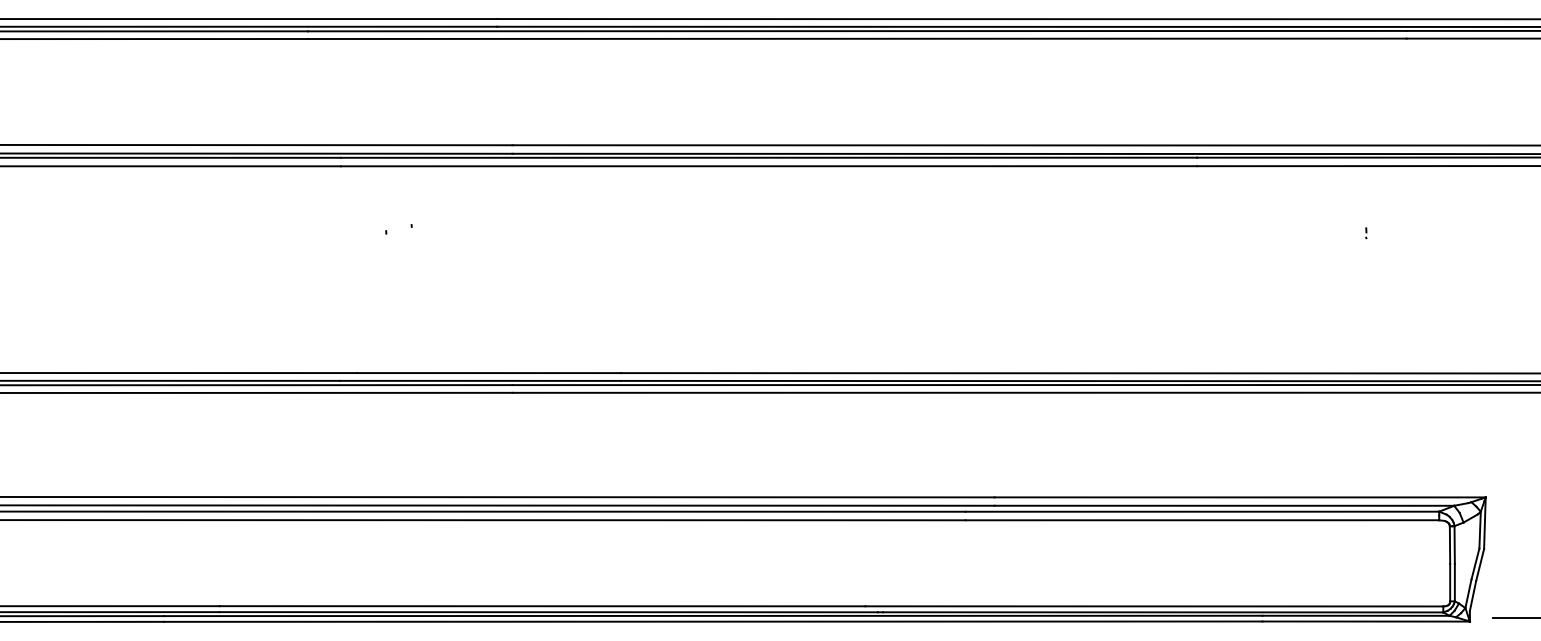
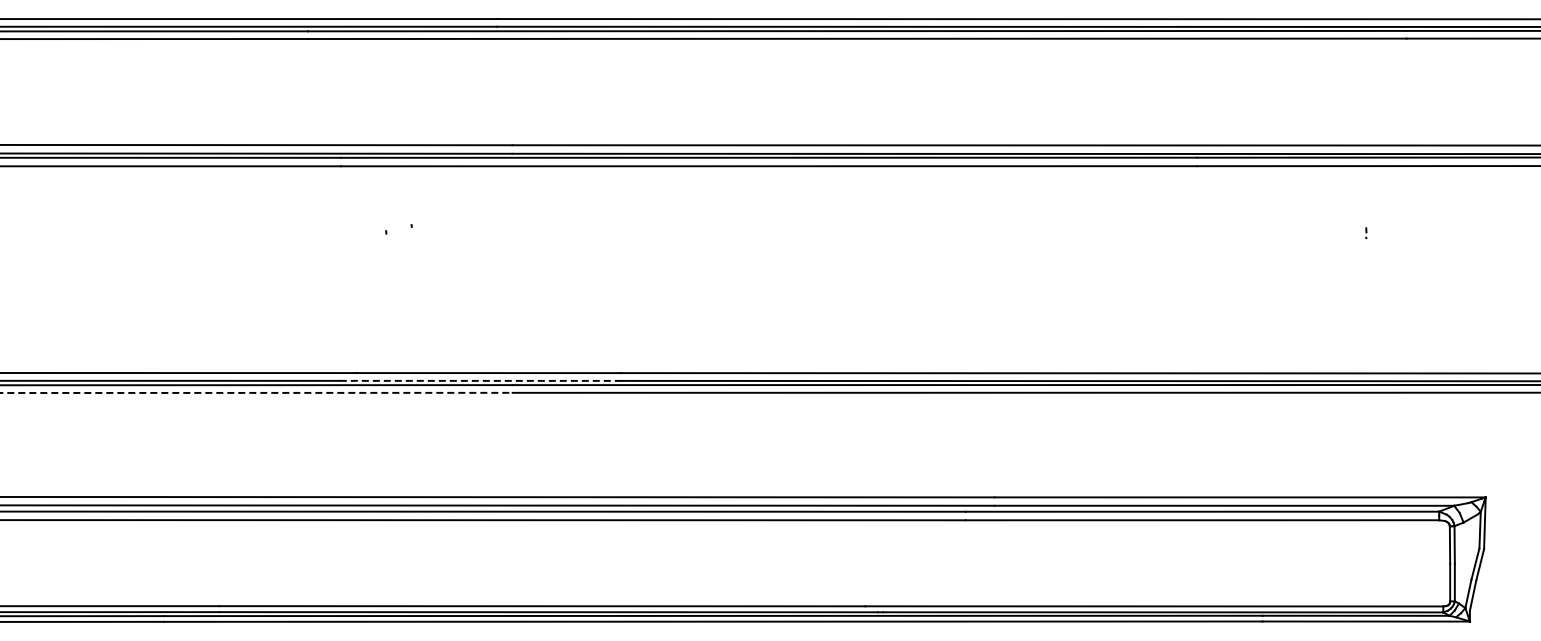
line at (480, 380): solid -> dashed
line at (256, 392): solid -> dashed
line at (1515, 617): present -> none
